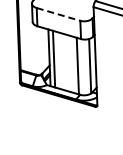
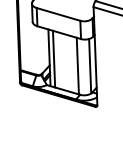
line at (58, 14): dashed -> solid
